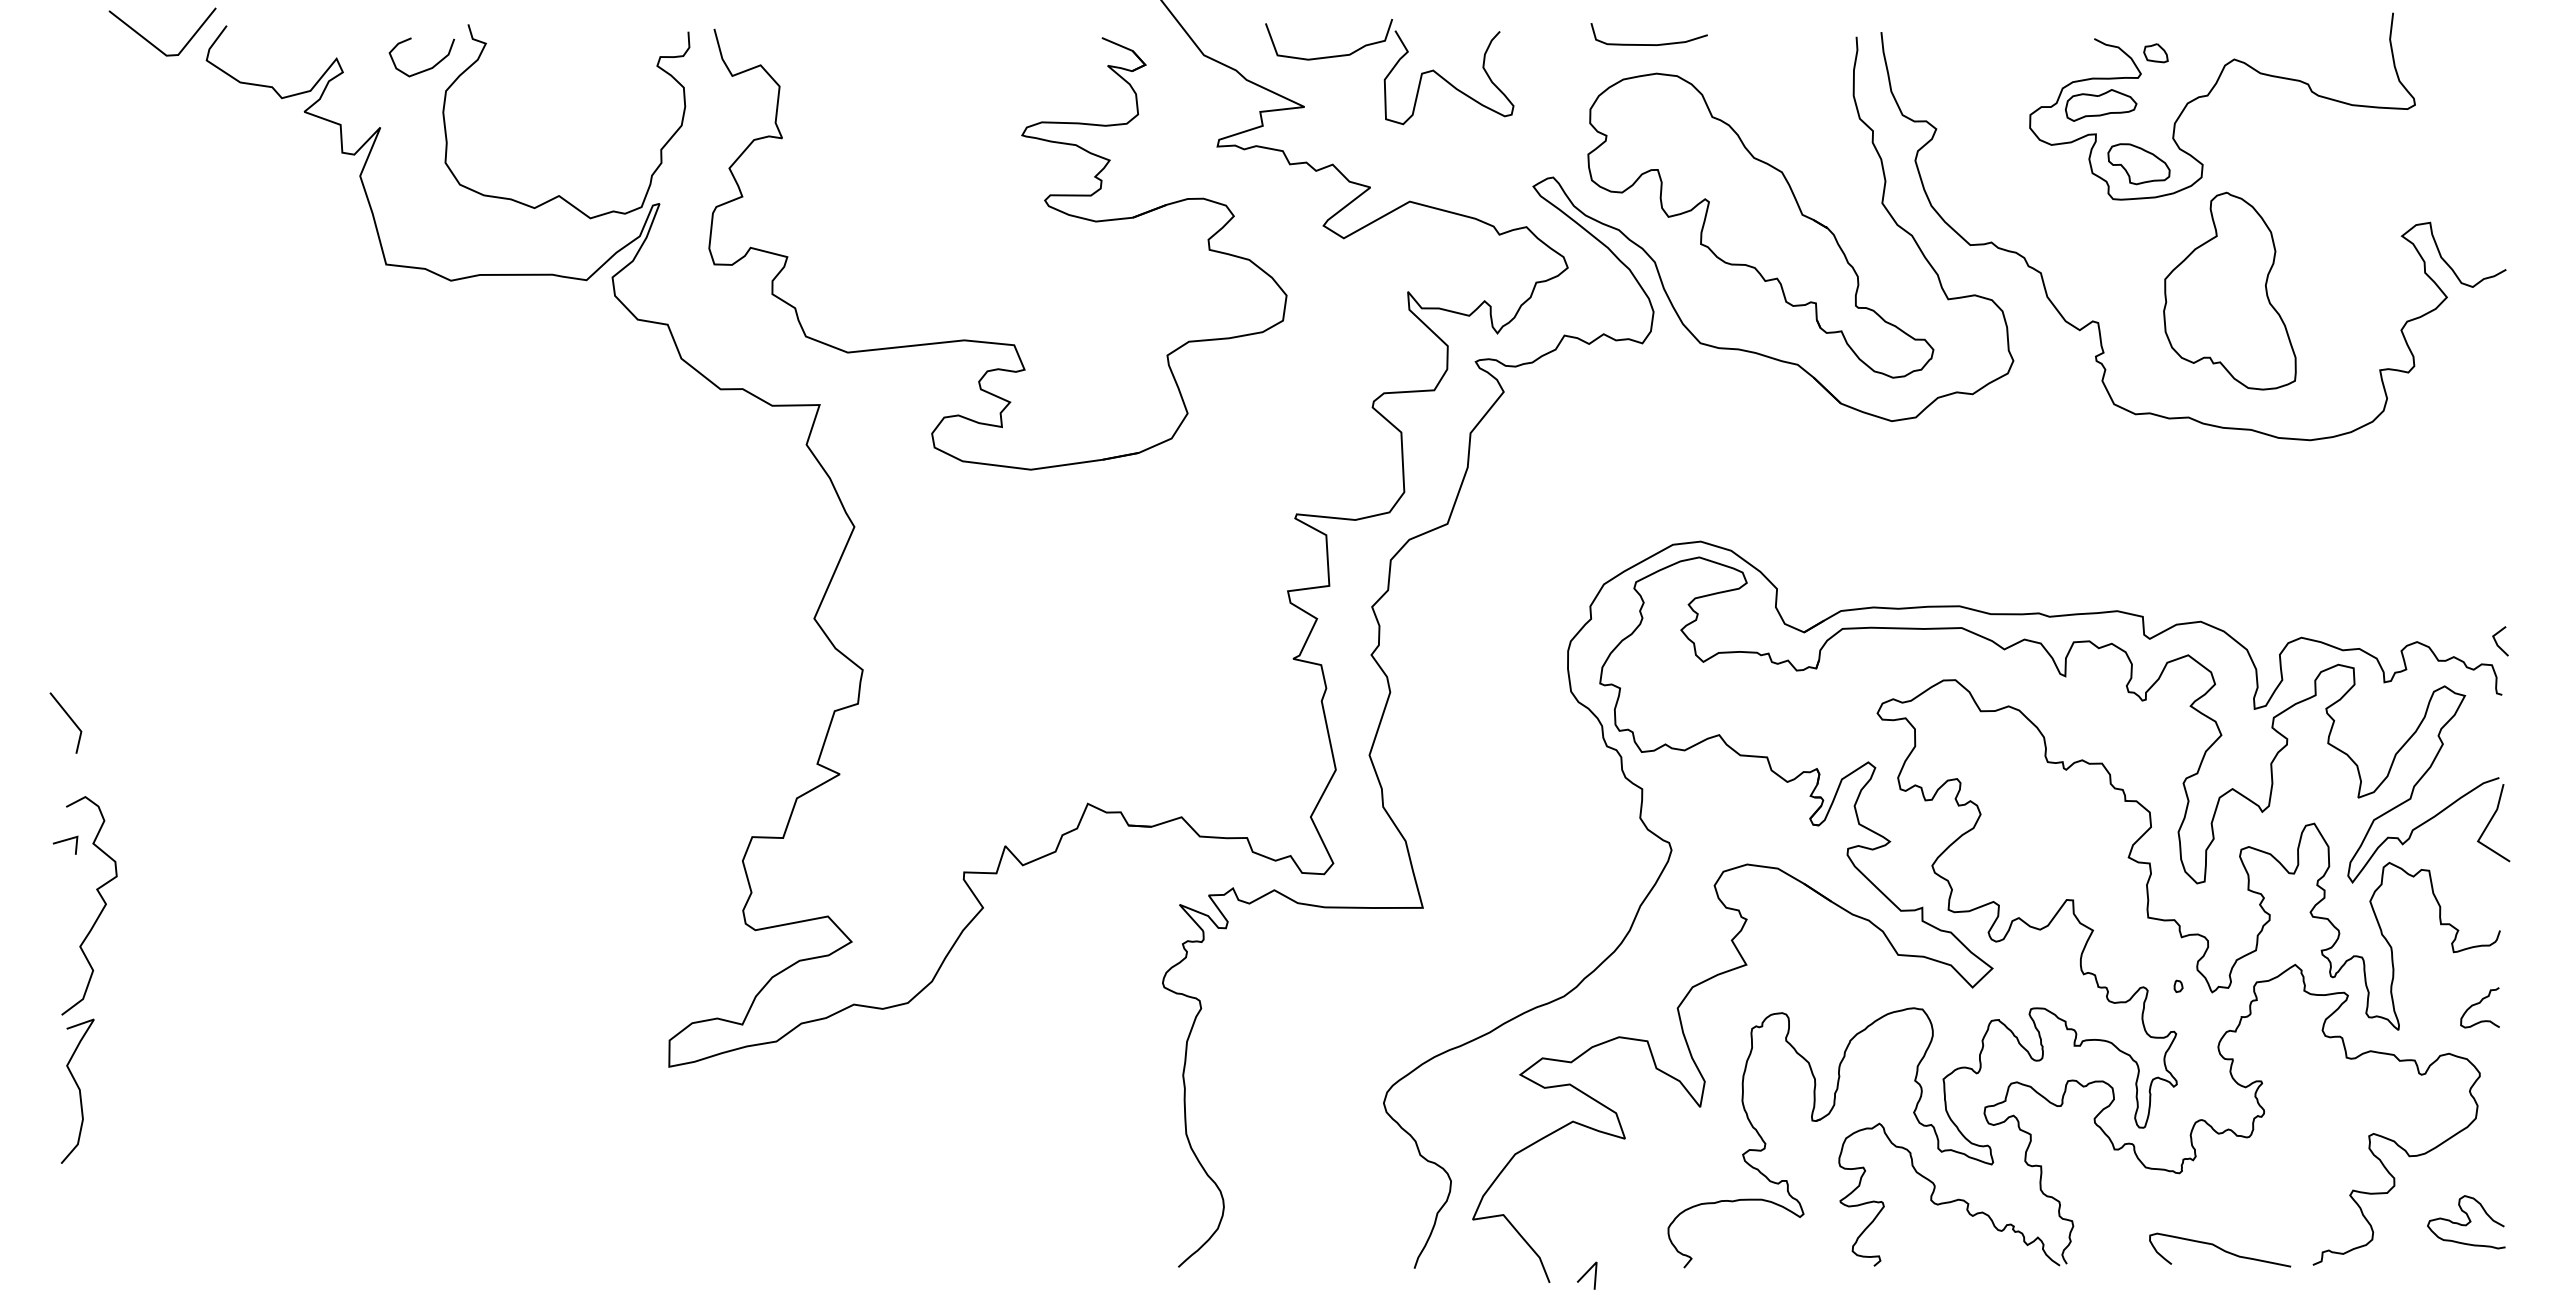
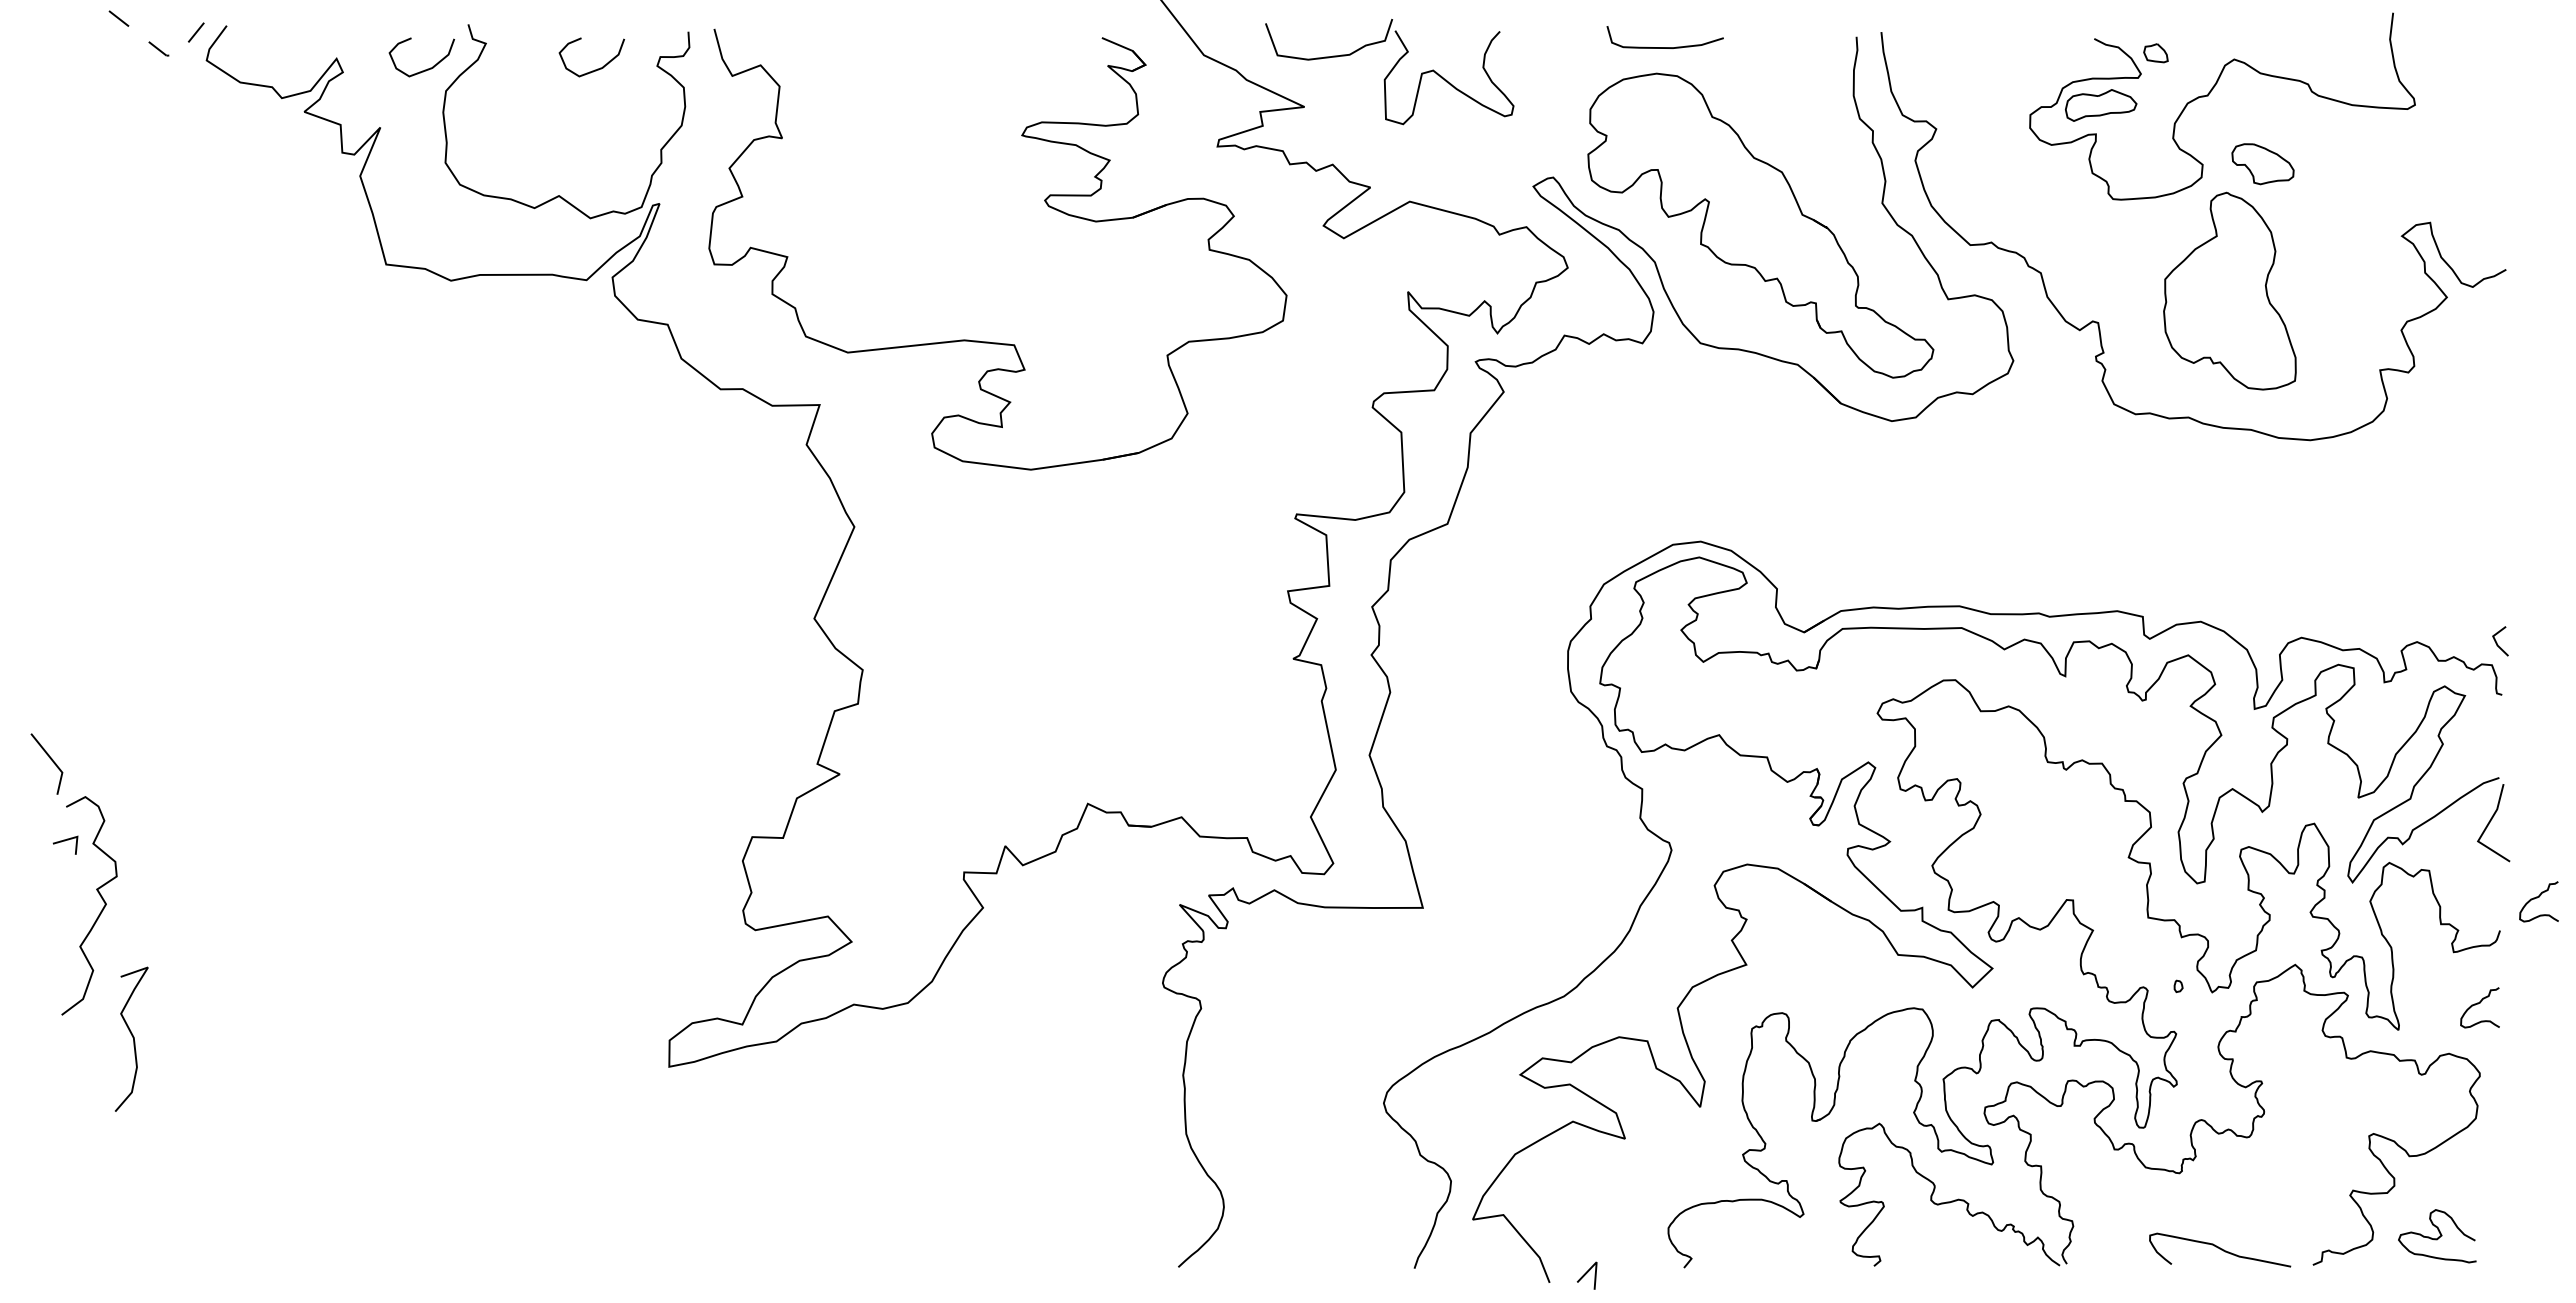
curve at (1648, 44) position: (1648, 44) -> (1664, 47)
line at (166, 55): solid -> dashed
curve at (594, 69): none -> present
part at (2138, 164) position: (2138, 164) -> (2262, 164)
line at (69, 718) position: (69, 718) -> (50, 759)
curve at (2537, 898): none -> present
curve at (78, 1089) position: (78, 1089) -> (132, 1037)
curve at (2467, 1222) position: (2467, 1222) -> (2438, 1236)
